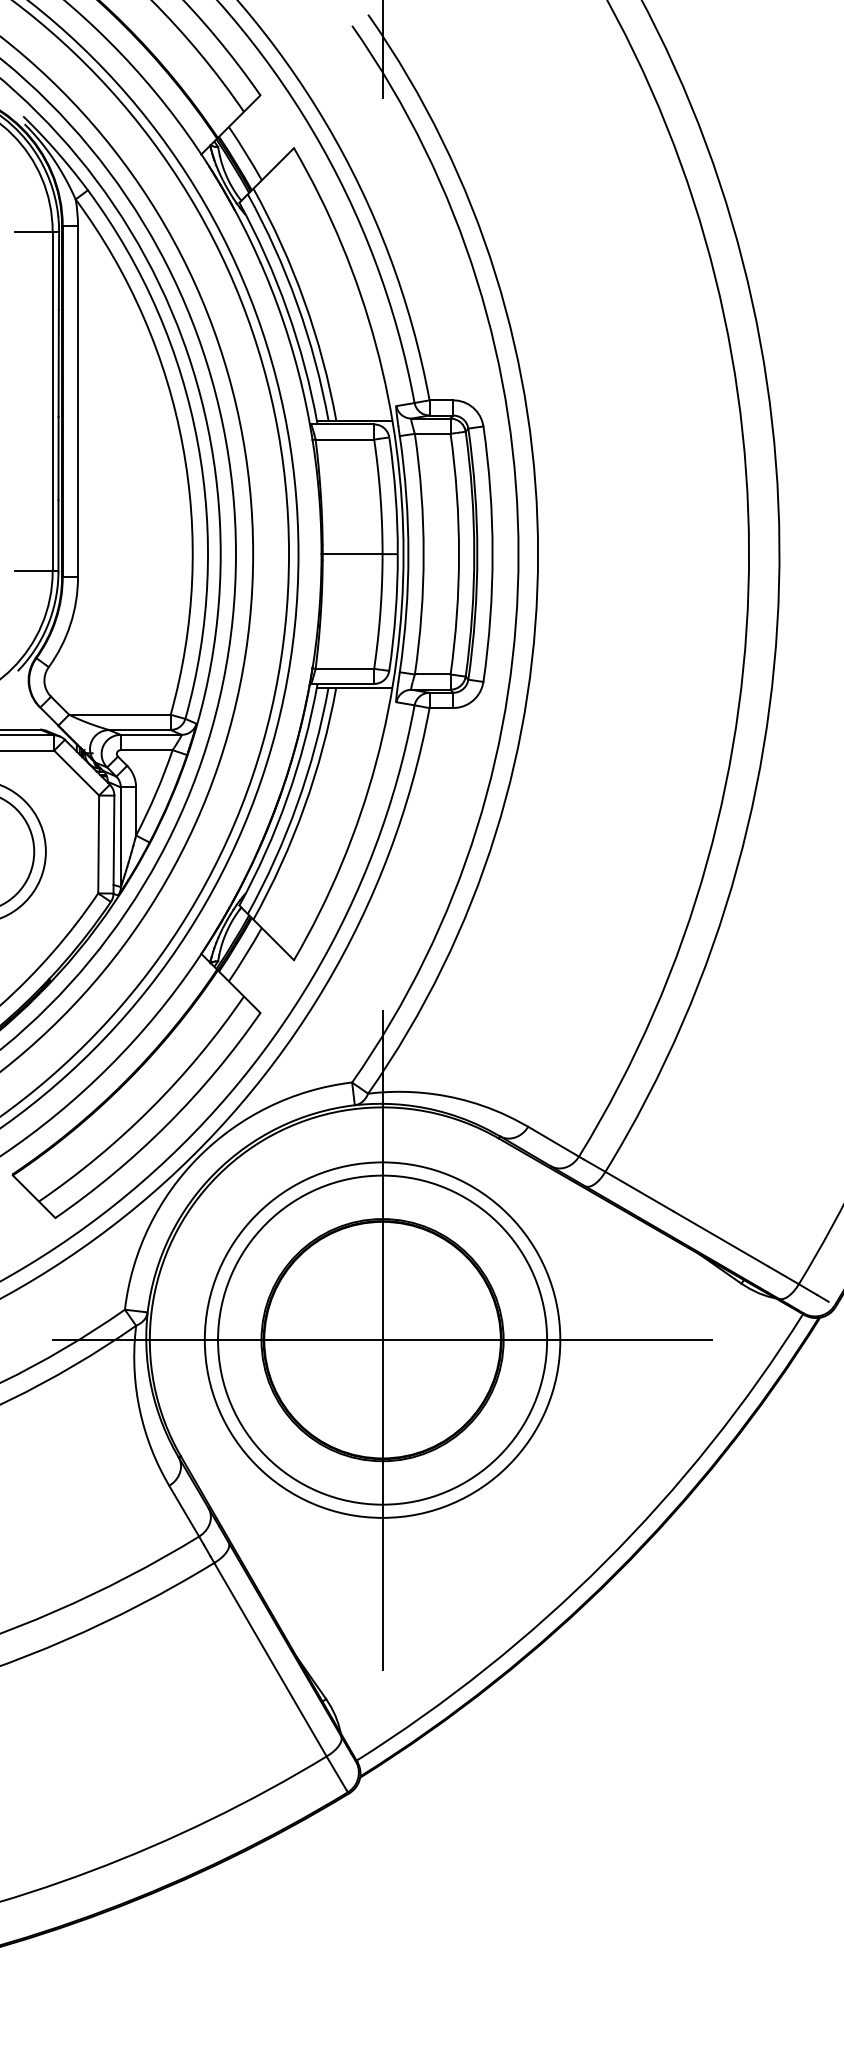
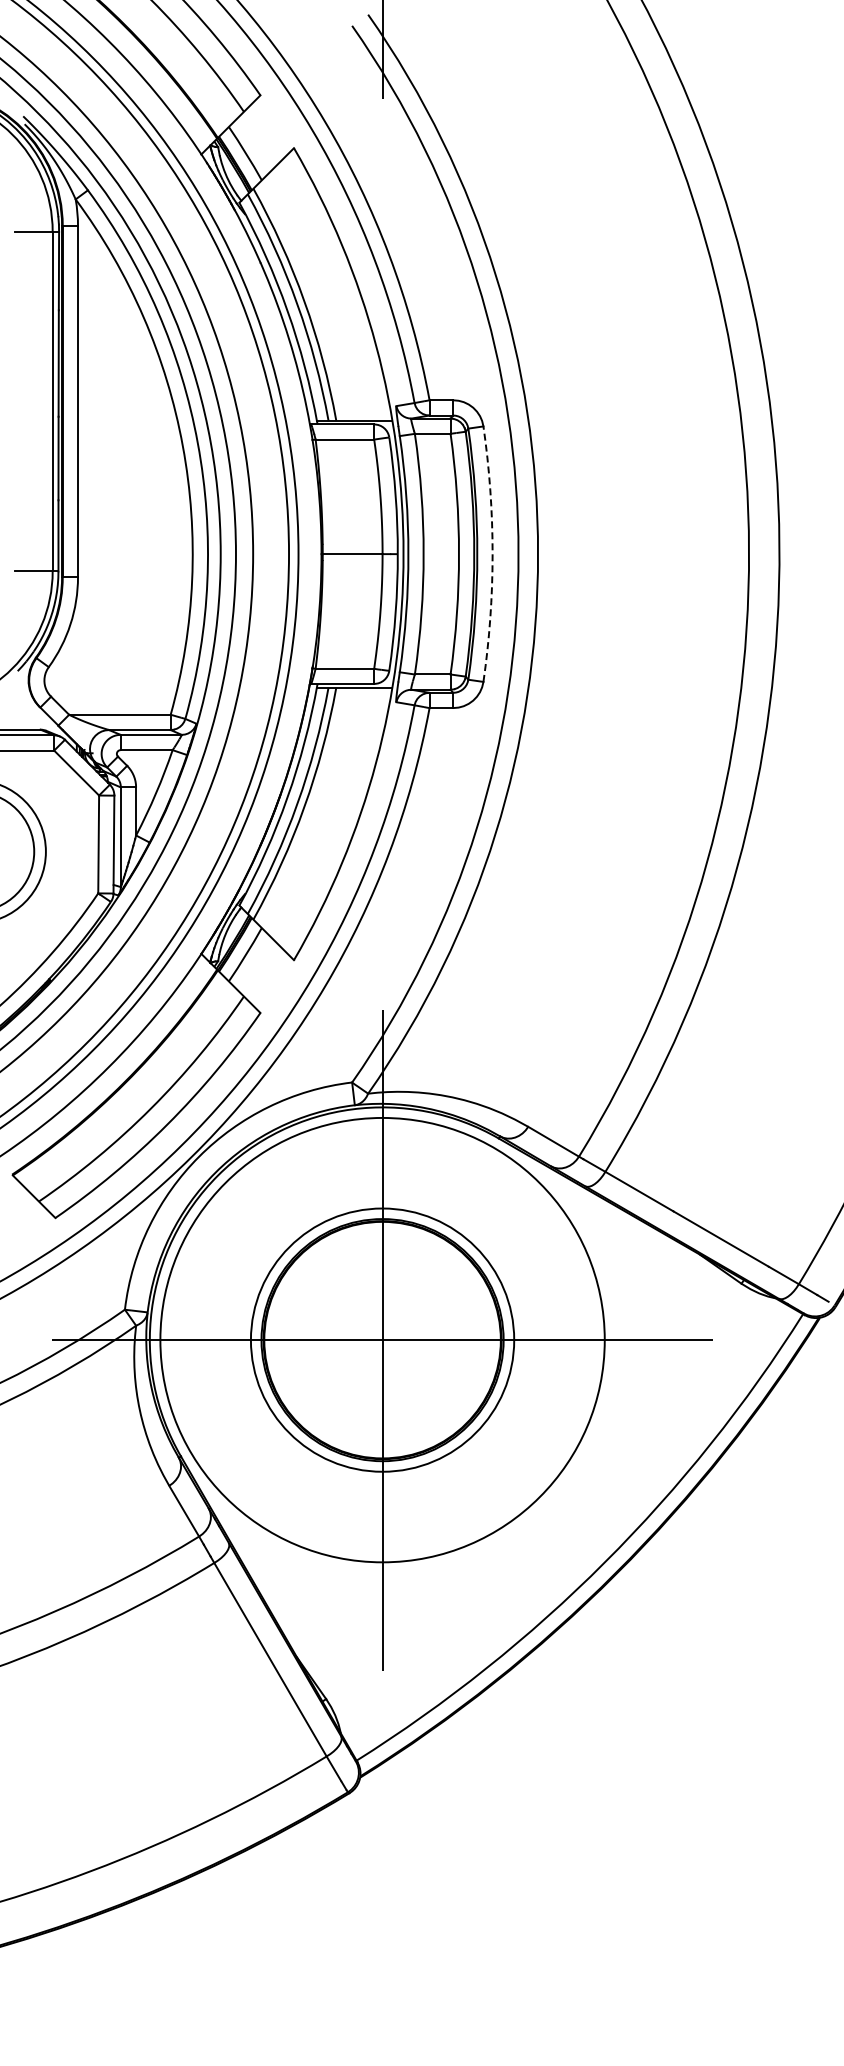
arc at (492, 554): solid -> dashed
circle at (382, 1339) diameter: 329 px -> 263 px
circle at (382, 1339) diameter: 355 px -> 444 px
